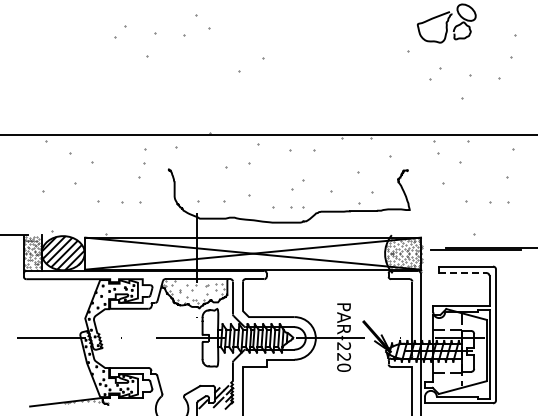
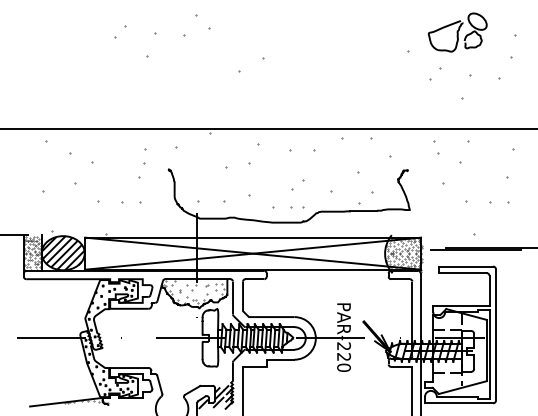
part at (446, 23) position: (446, 23) -> (457, 32)
line at (268, 134) position: (268, 134) -> (268, 128)
line at (462, 273): dashed -> solid
